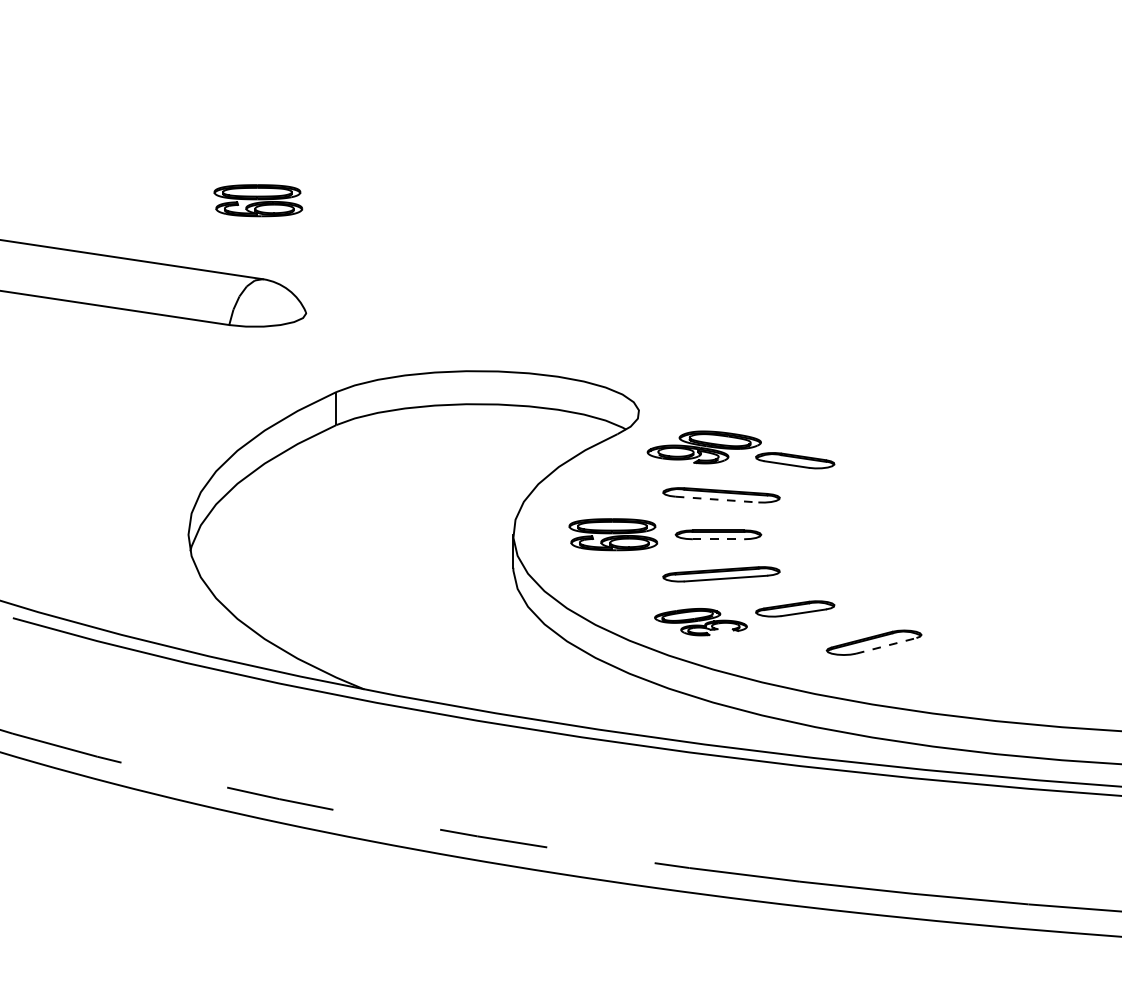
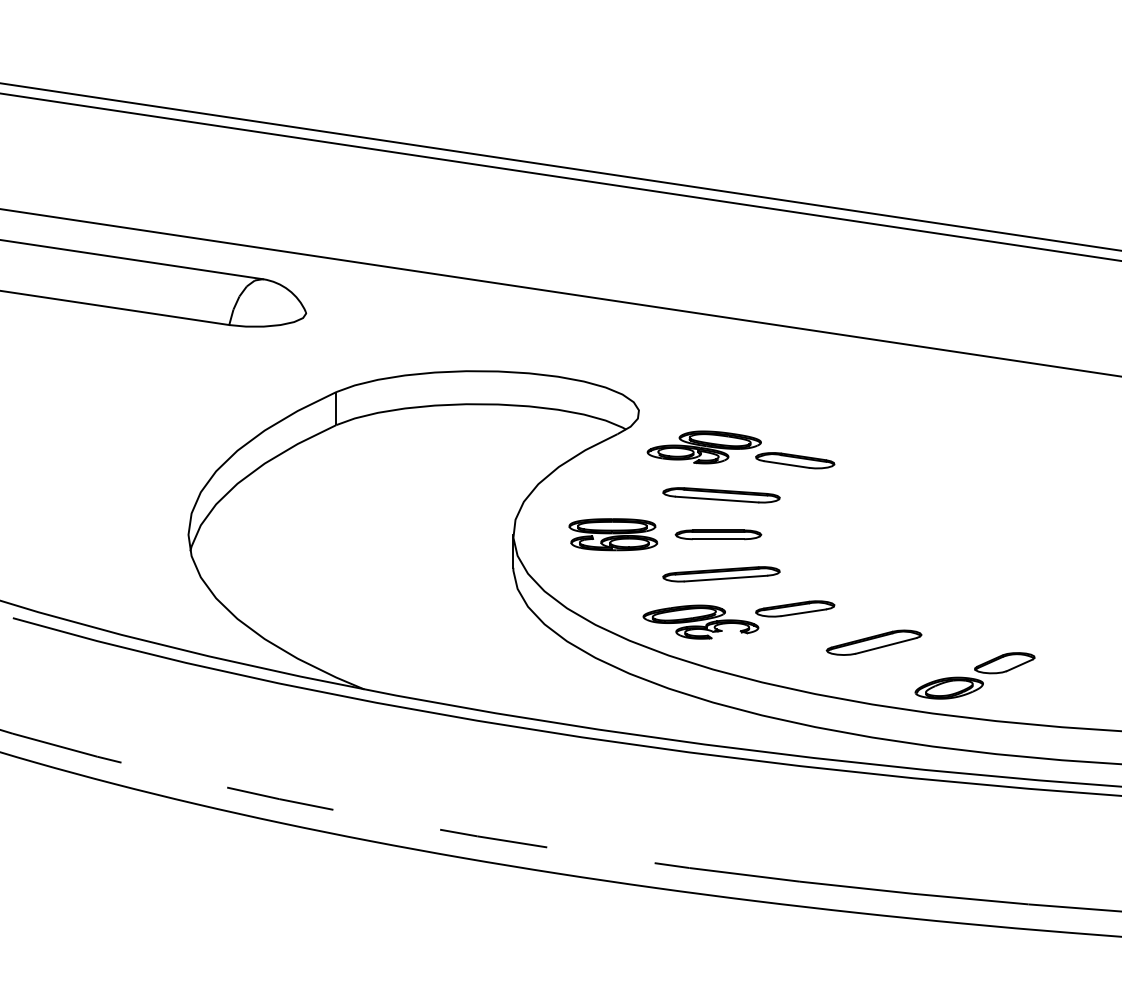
line at (560, 166): none -> present
line at (560, 176): none -> present
part at (258, 200): present -> none
line at (560, 292): none -> present
line at (717, 499): dashed -> solid
line at (718, 539): dashed -> solid
part at (700, 622) size: 94x29 px -> 118x36 px
line at (886, 645): dashed -> solid
part at (974, 675): none -> present
